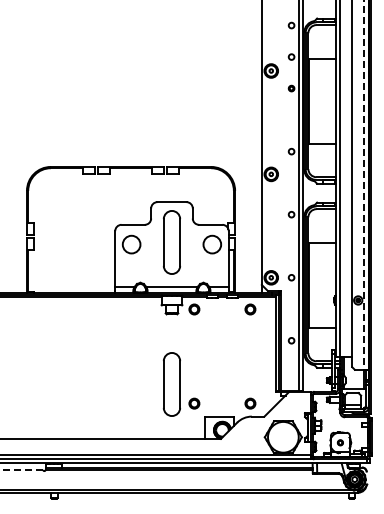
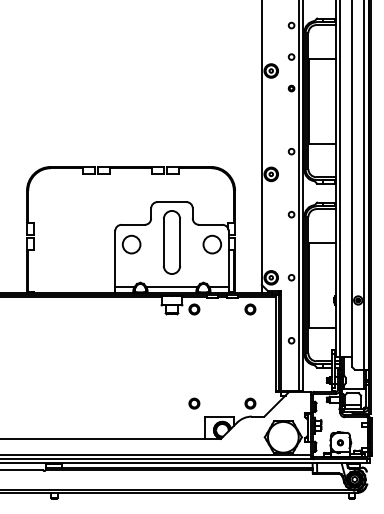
line at (364, 185): dashed -> solid
part at (171, 384): present -> none
line at (21, 469): dashed -> solid
